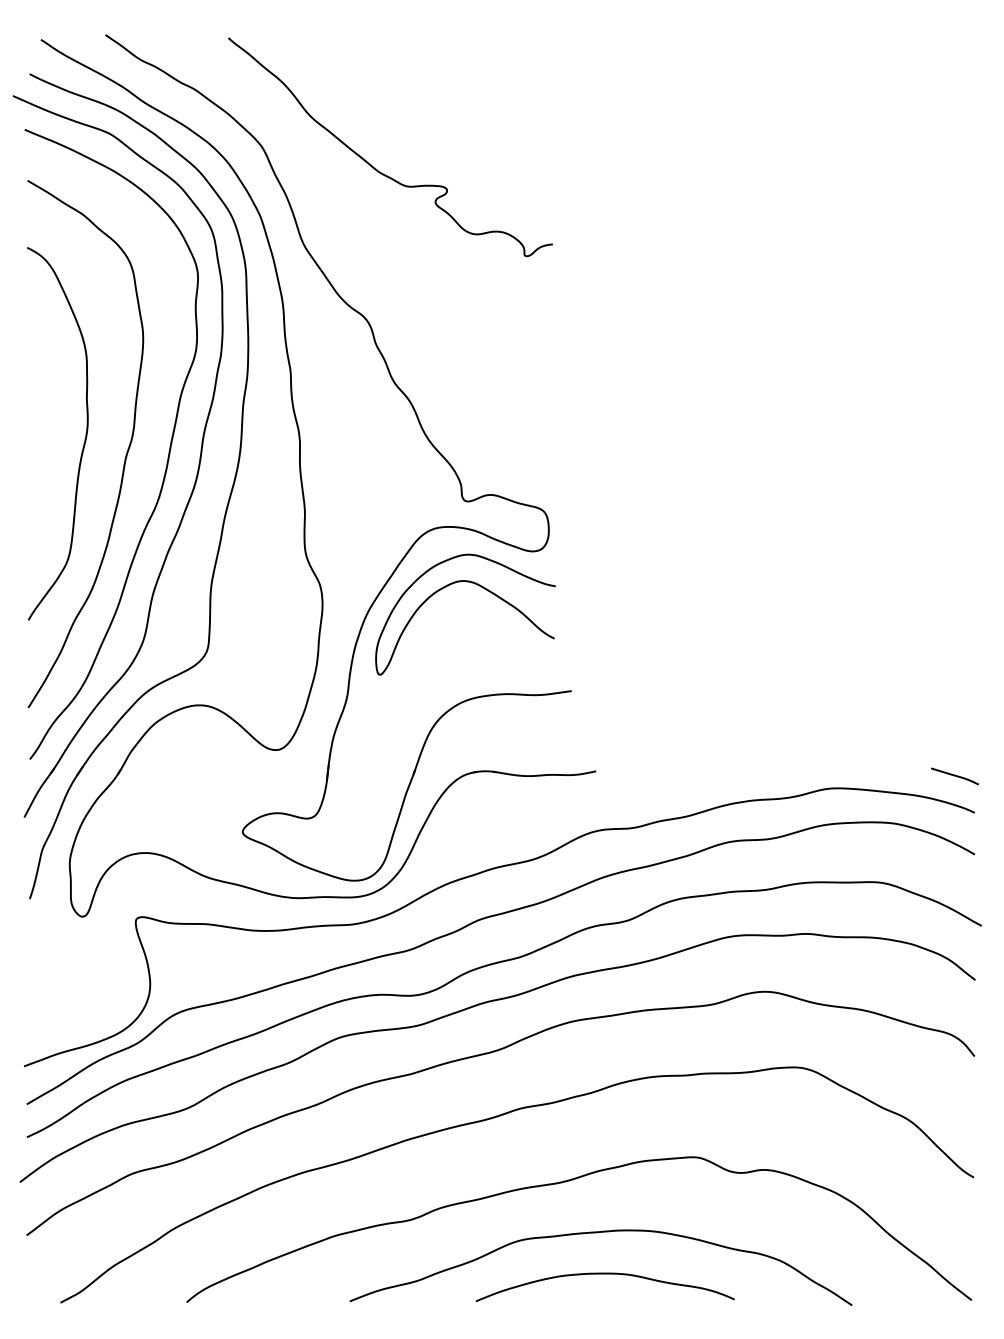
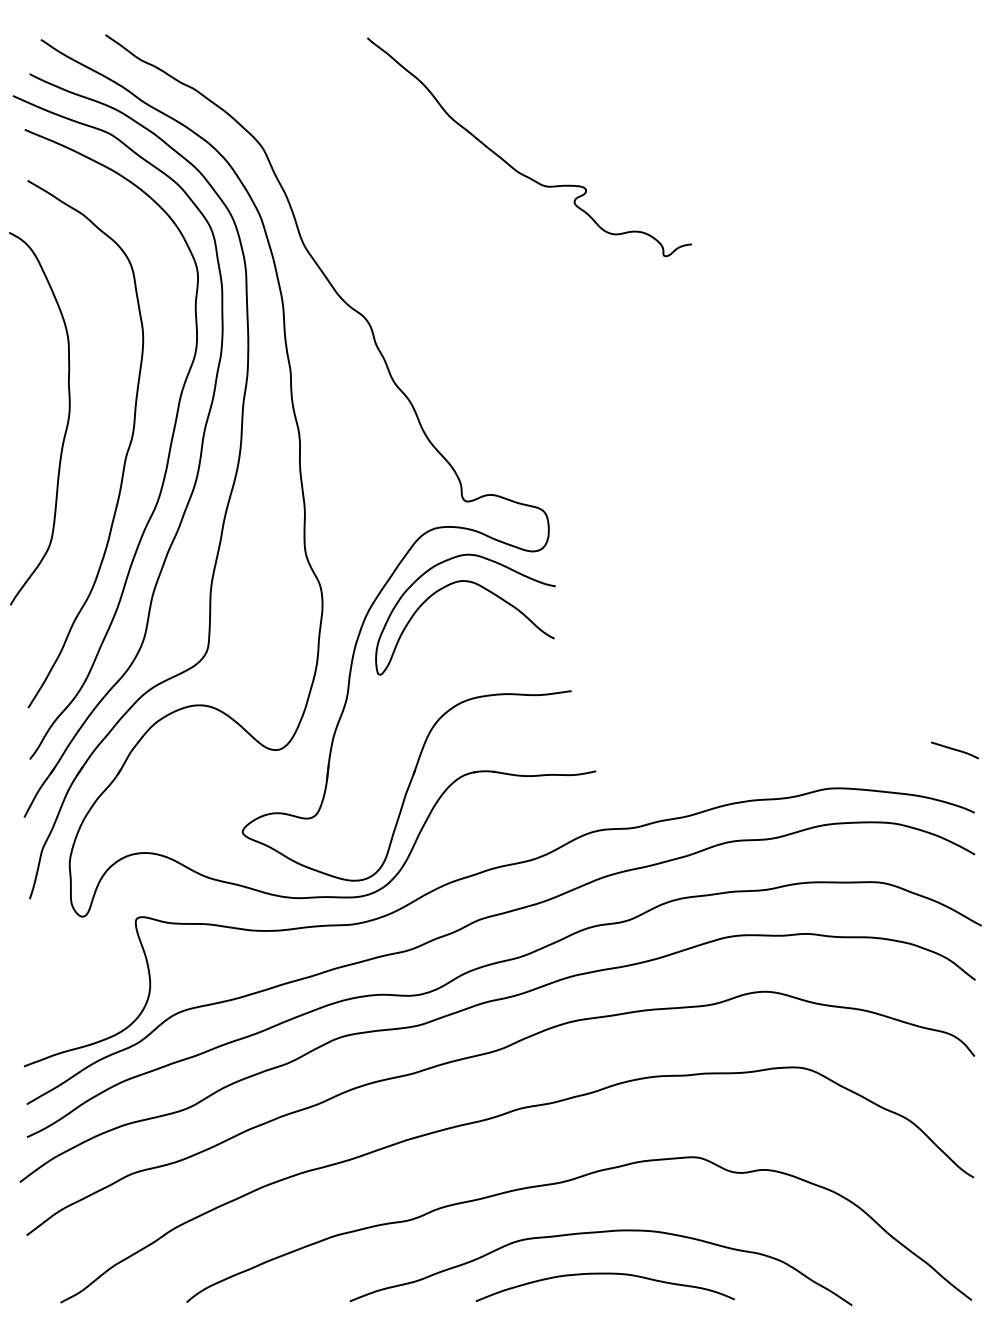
curve at (376, 168) position: (376, 168) -> (515, 168)
curve at (84, 439) position: (84, 439) -> (66, 424)
curve at (954, 776) position: (954, 776) -> (954, 750)
